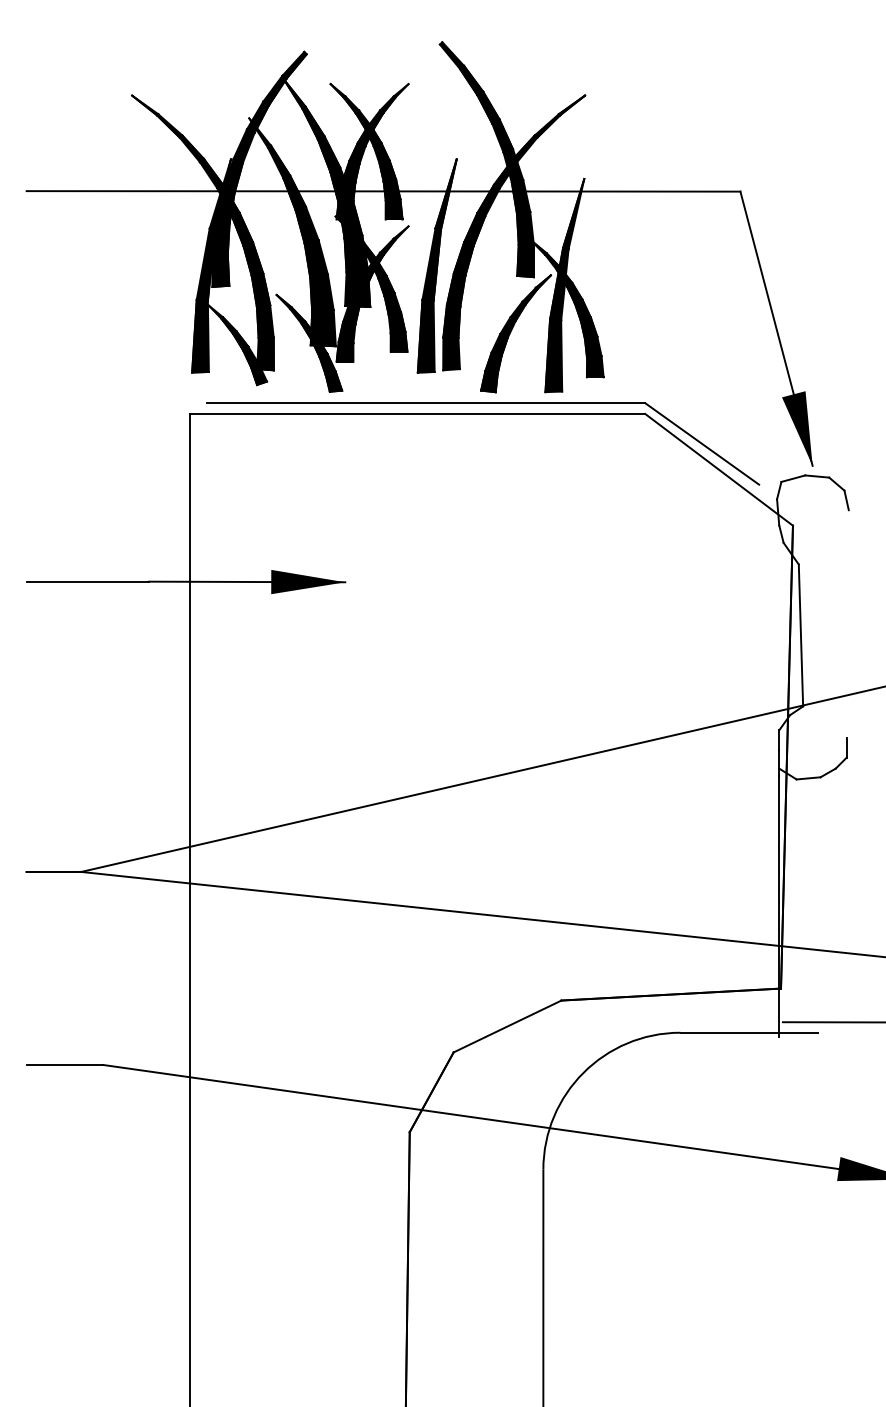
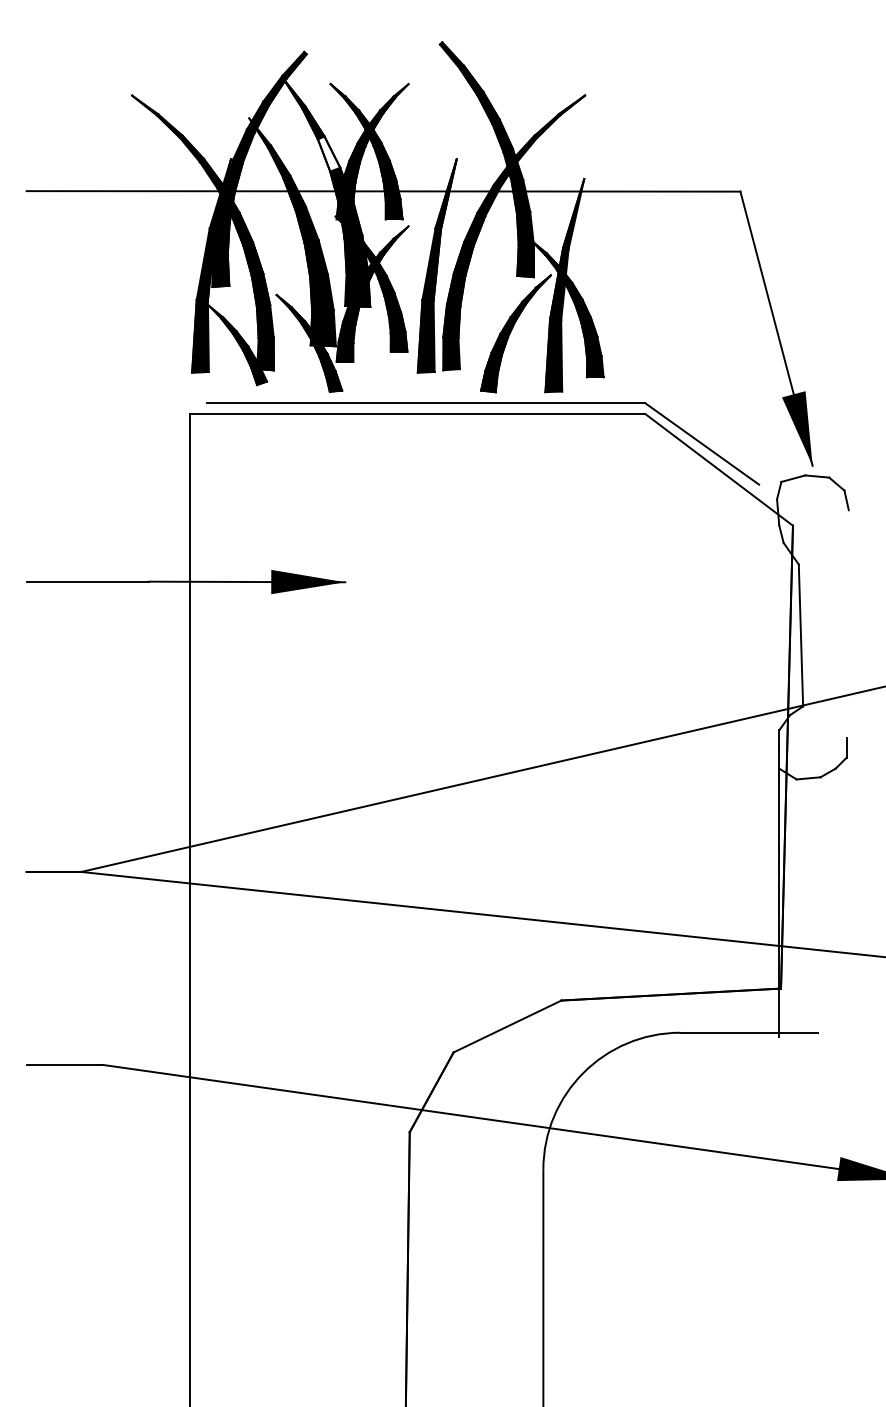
fill at (328, 153): present -> none
line at (832, 1022): present -> none
